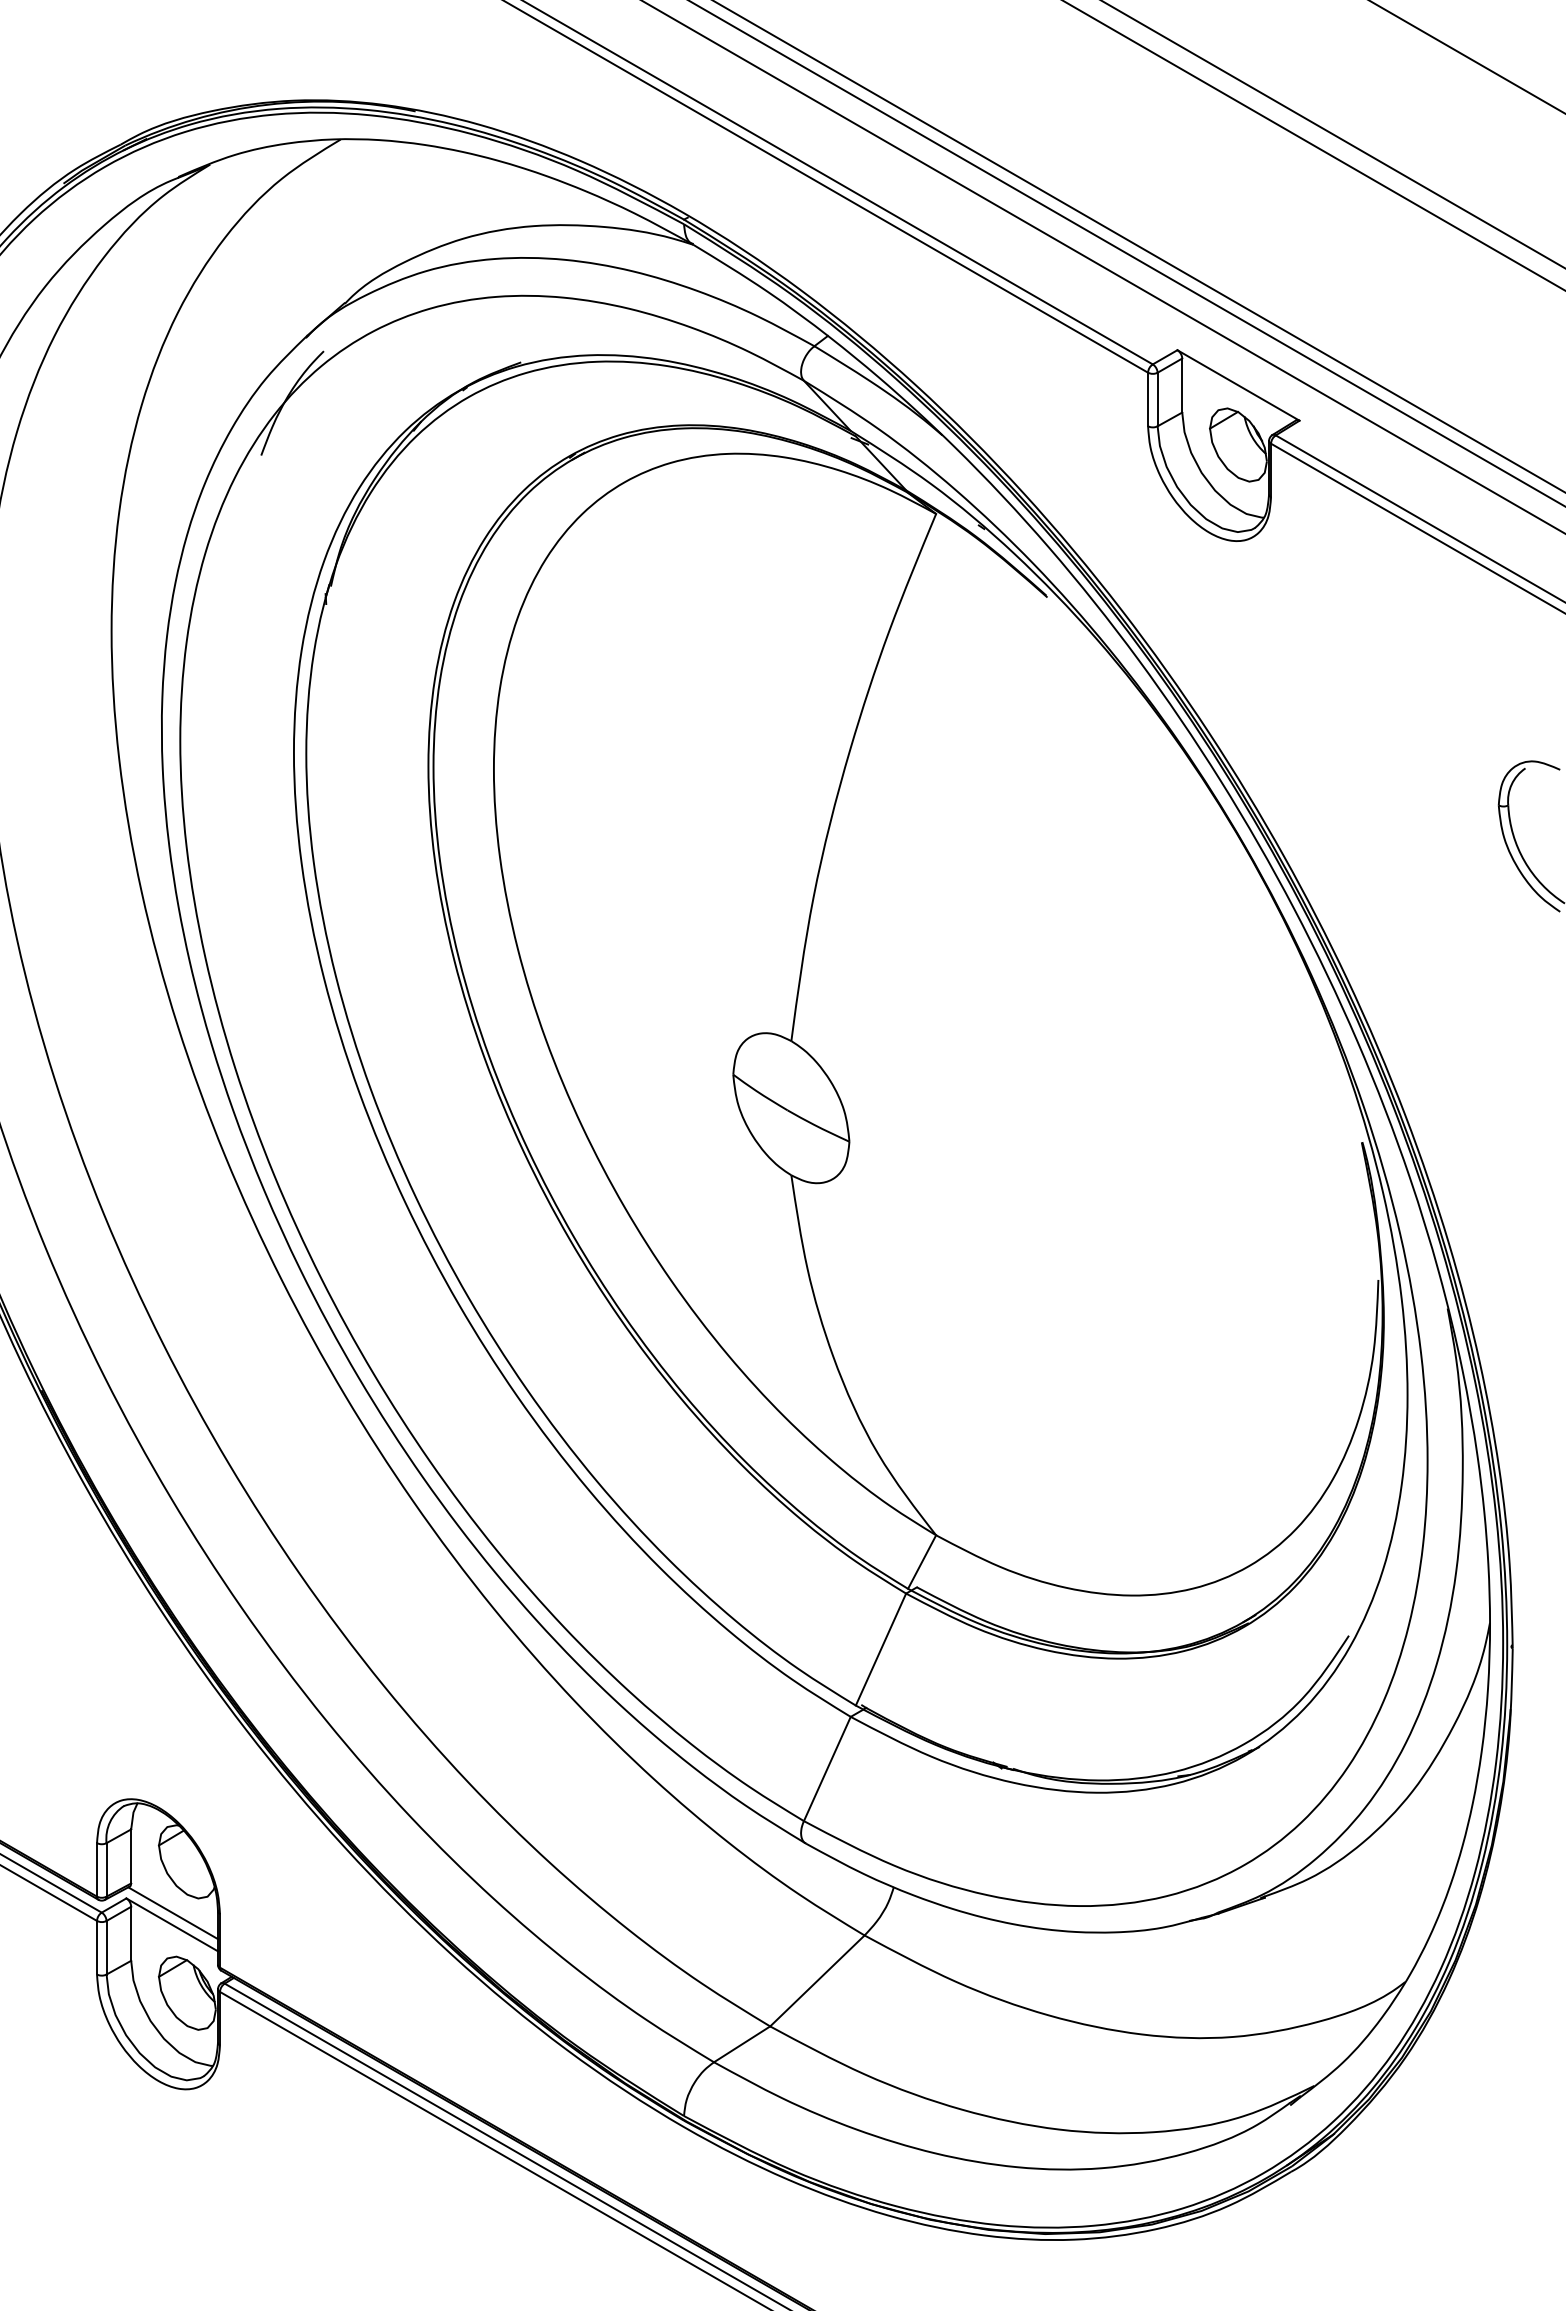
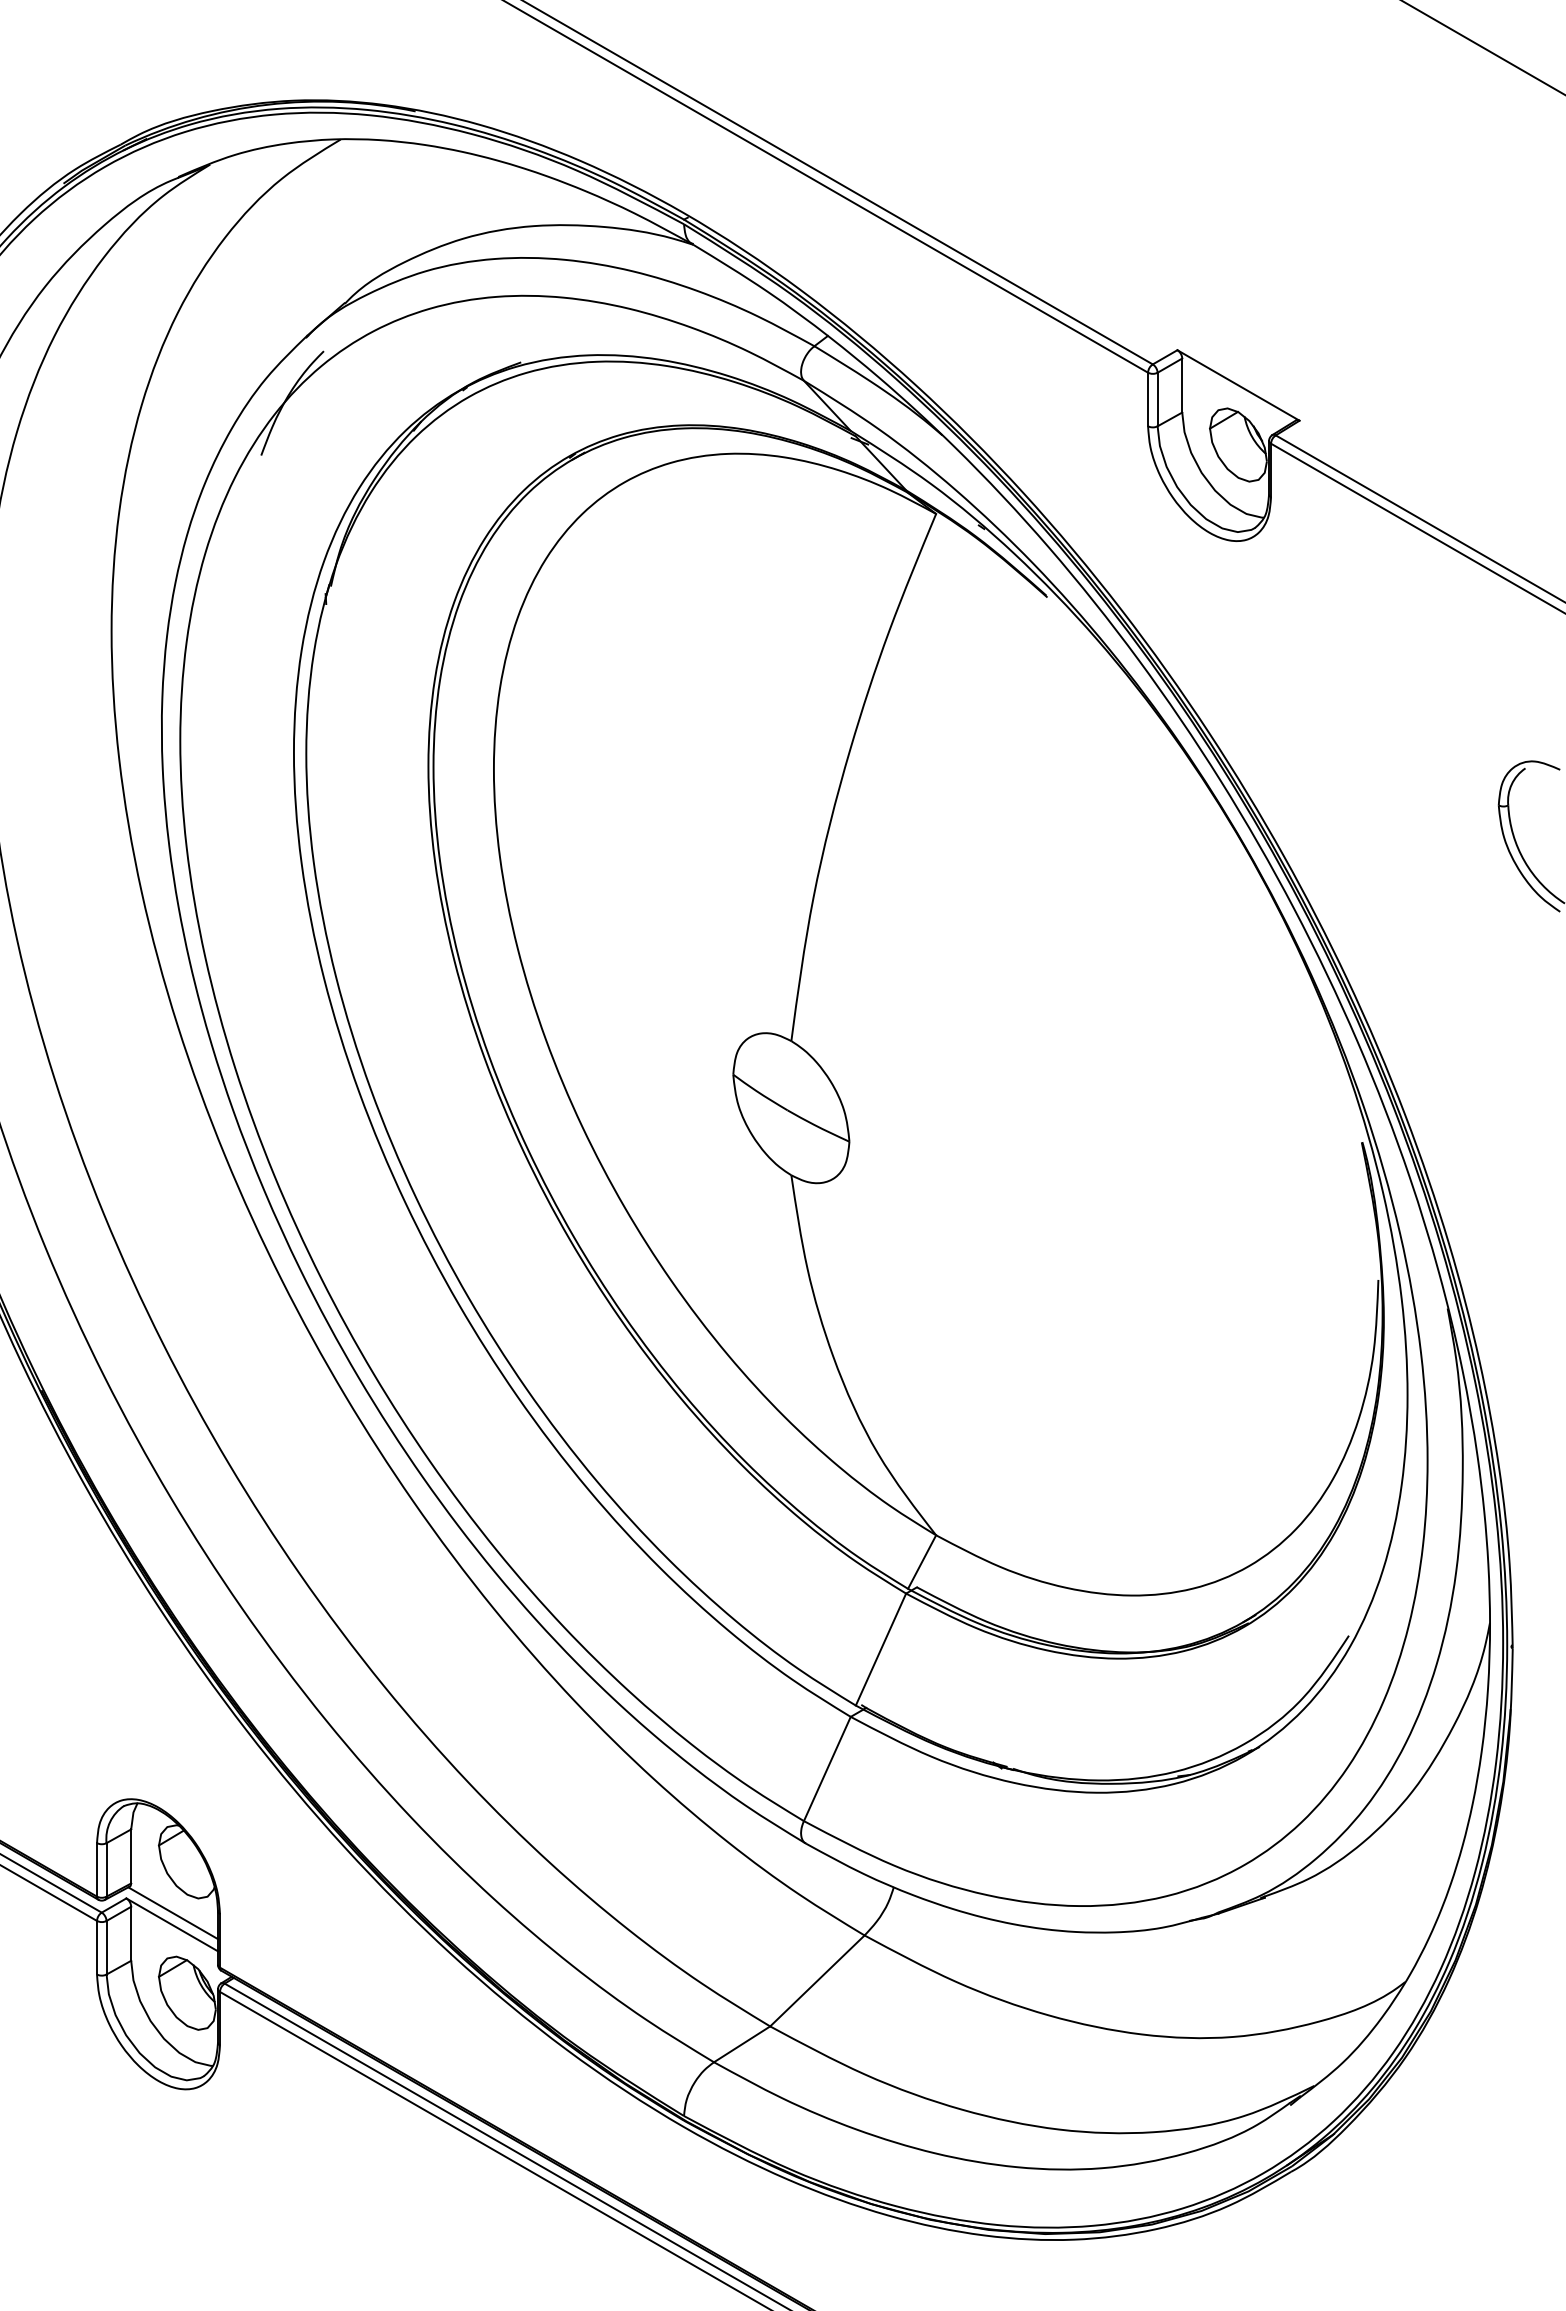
line at (1467, 56) position: (1467, 56) -> (1483, 47)
line at (1333, 134): present -> none
line at (1313, 145): present -> none
line at (1138, 246): present -> none
line at (1127, 253): present -> none
line at (1103, 267): present -> none
